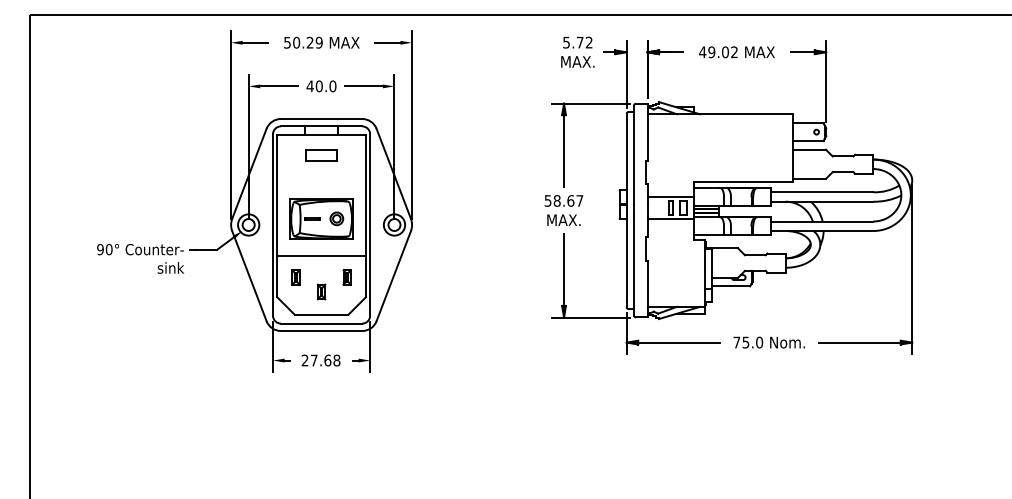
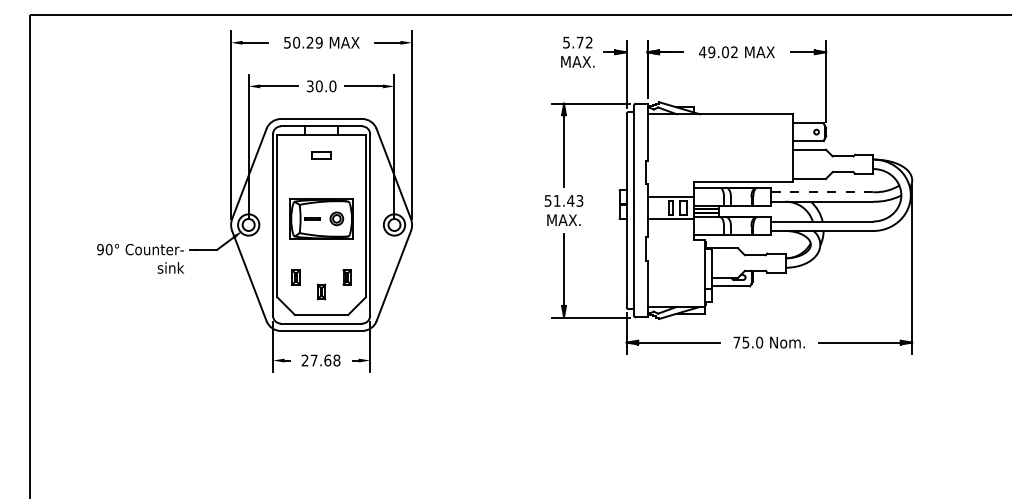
text at (309, 86): 40.0 -> 30.0
part at (321, 155) size: 33x13 px -> 21x9 px
line at (822, 192): solid -> dashed
text at (568, 200): 58.67 -> 51.43
line at (321, 255): present -> none
